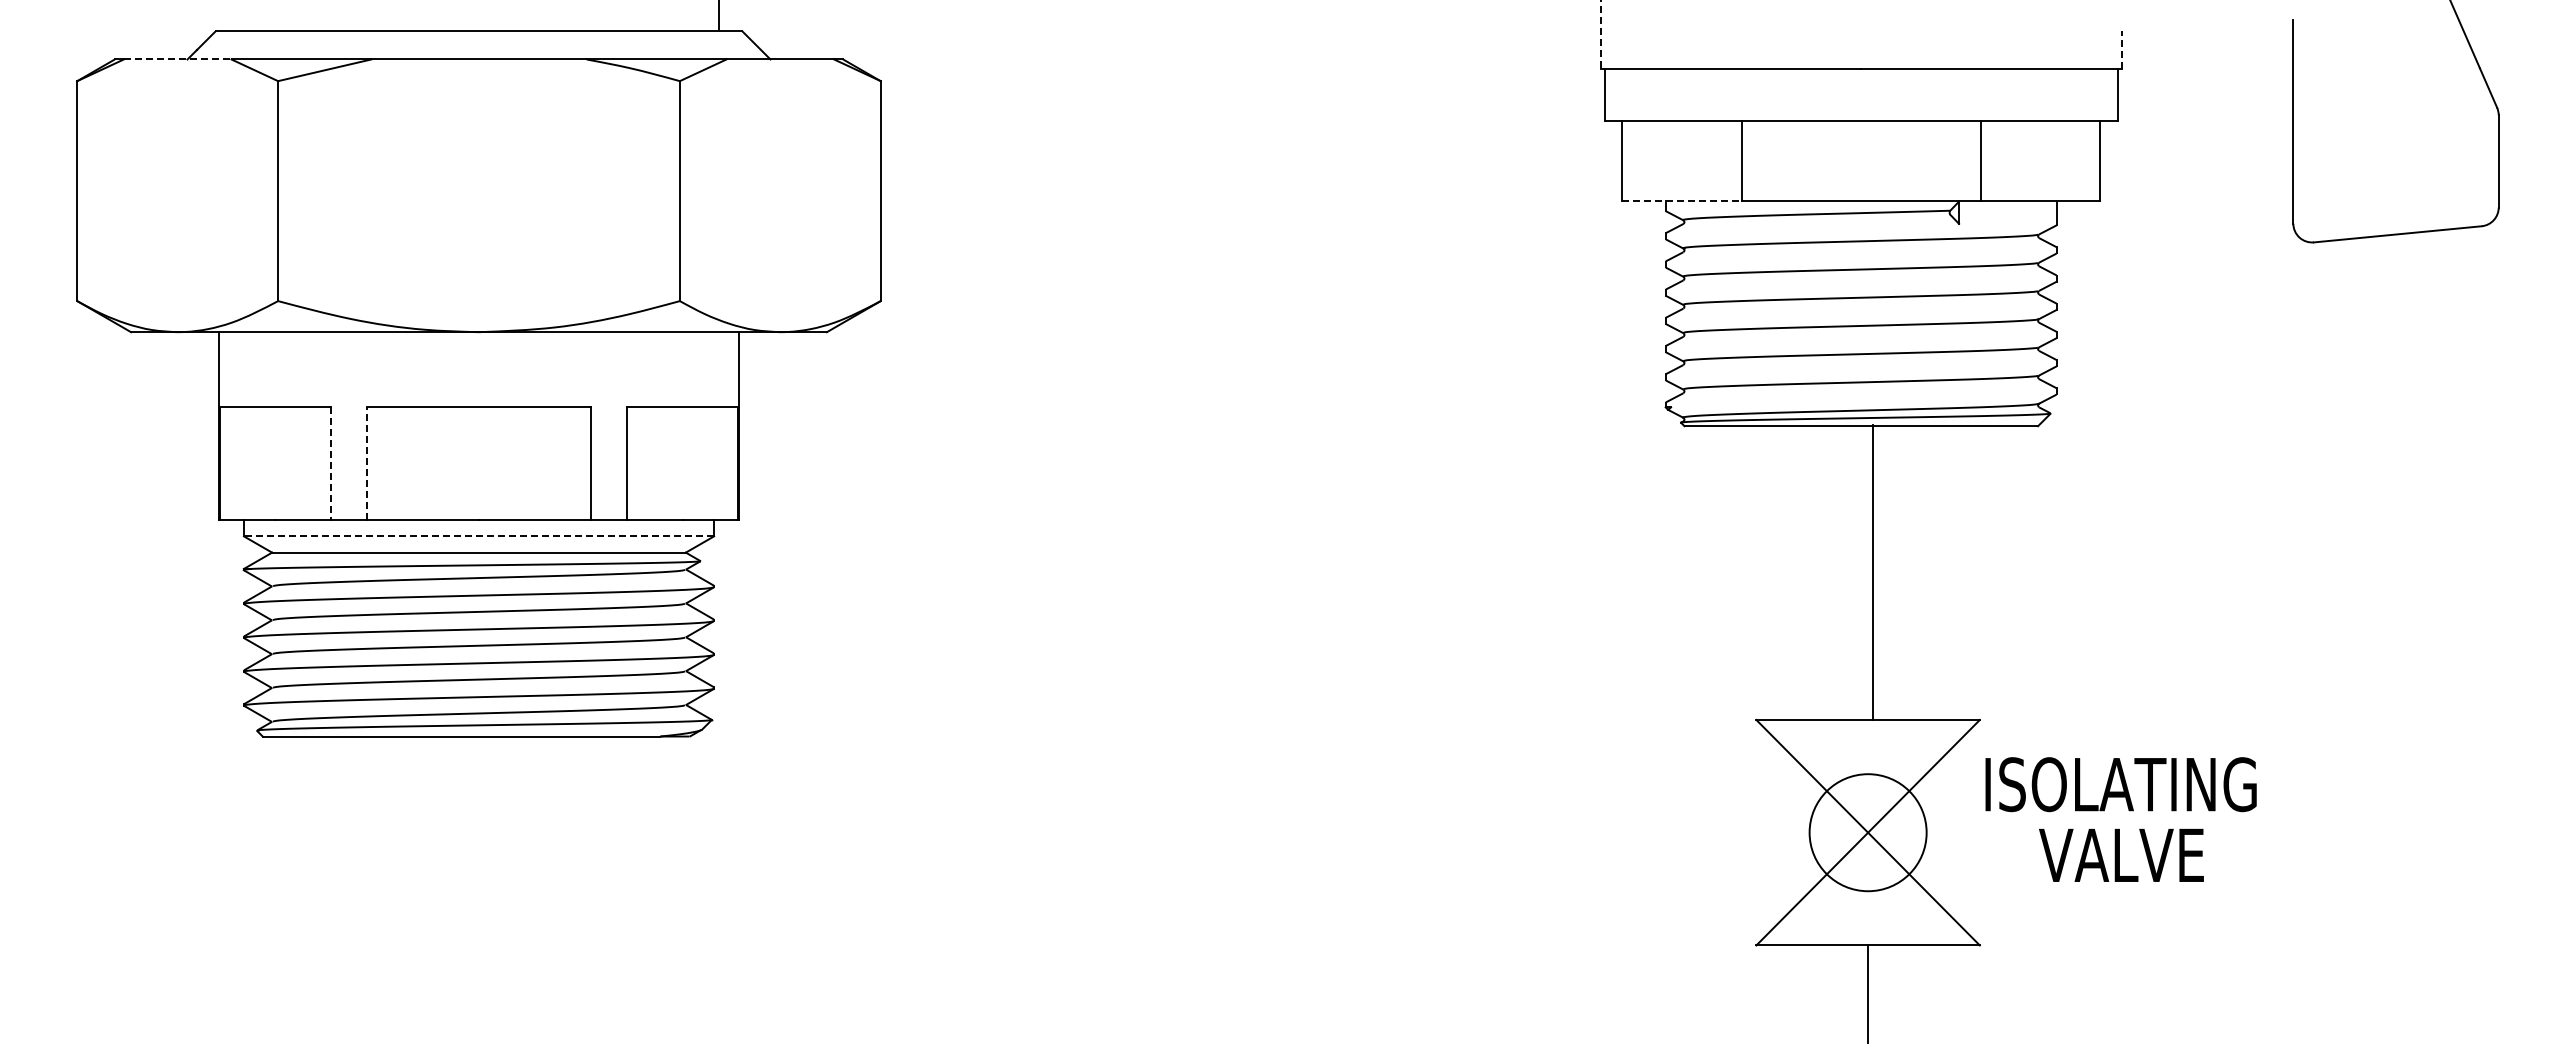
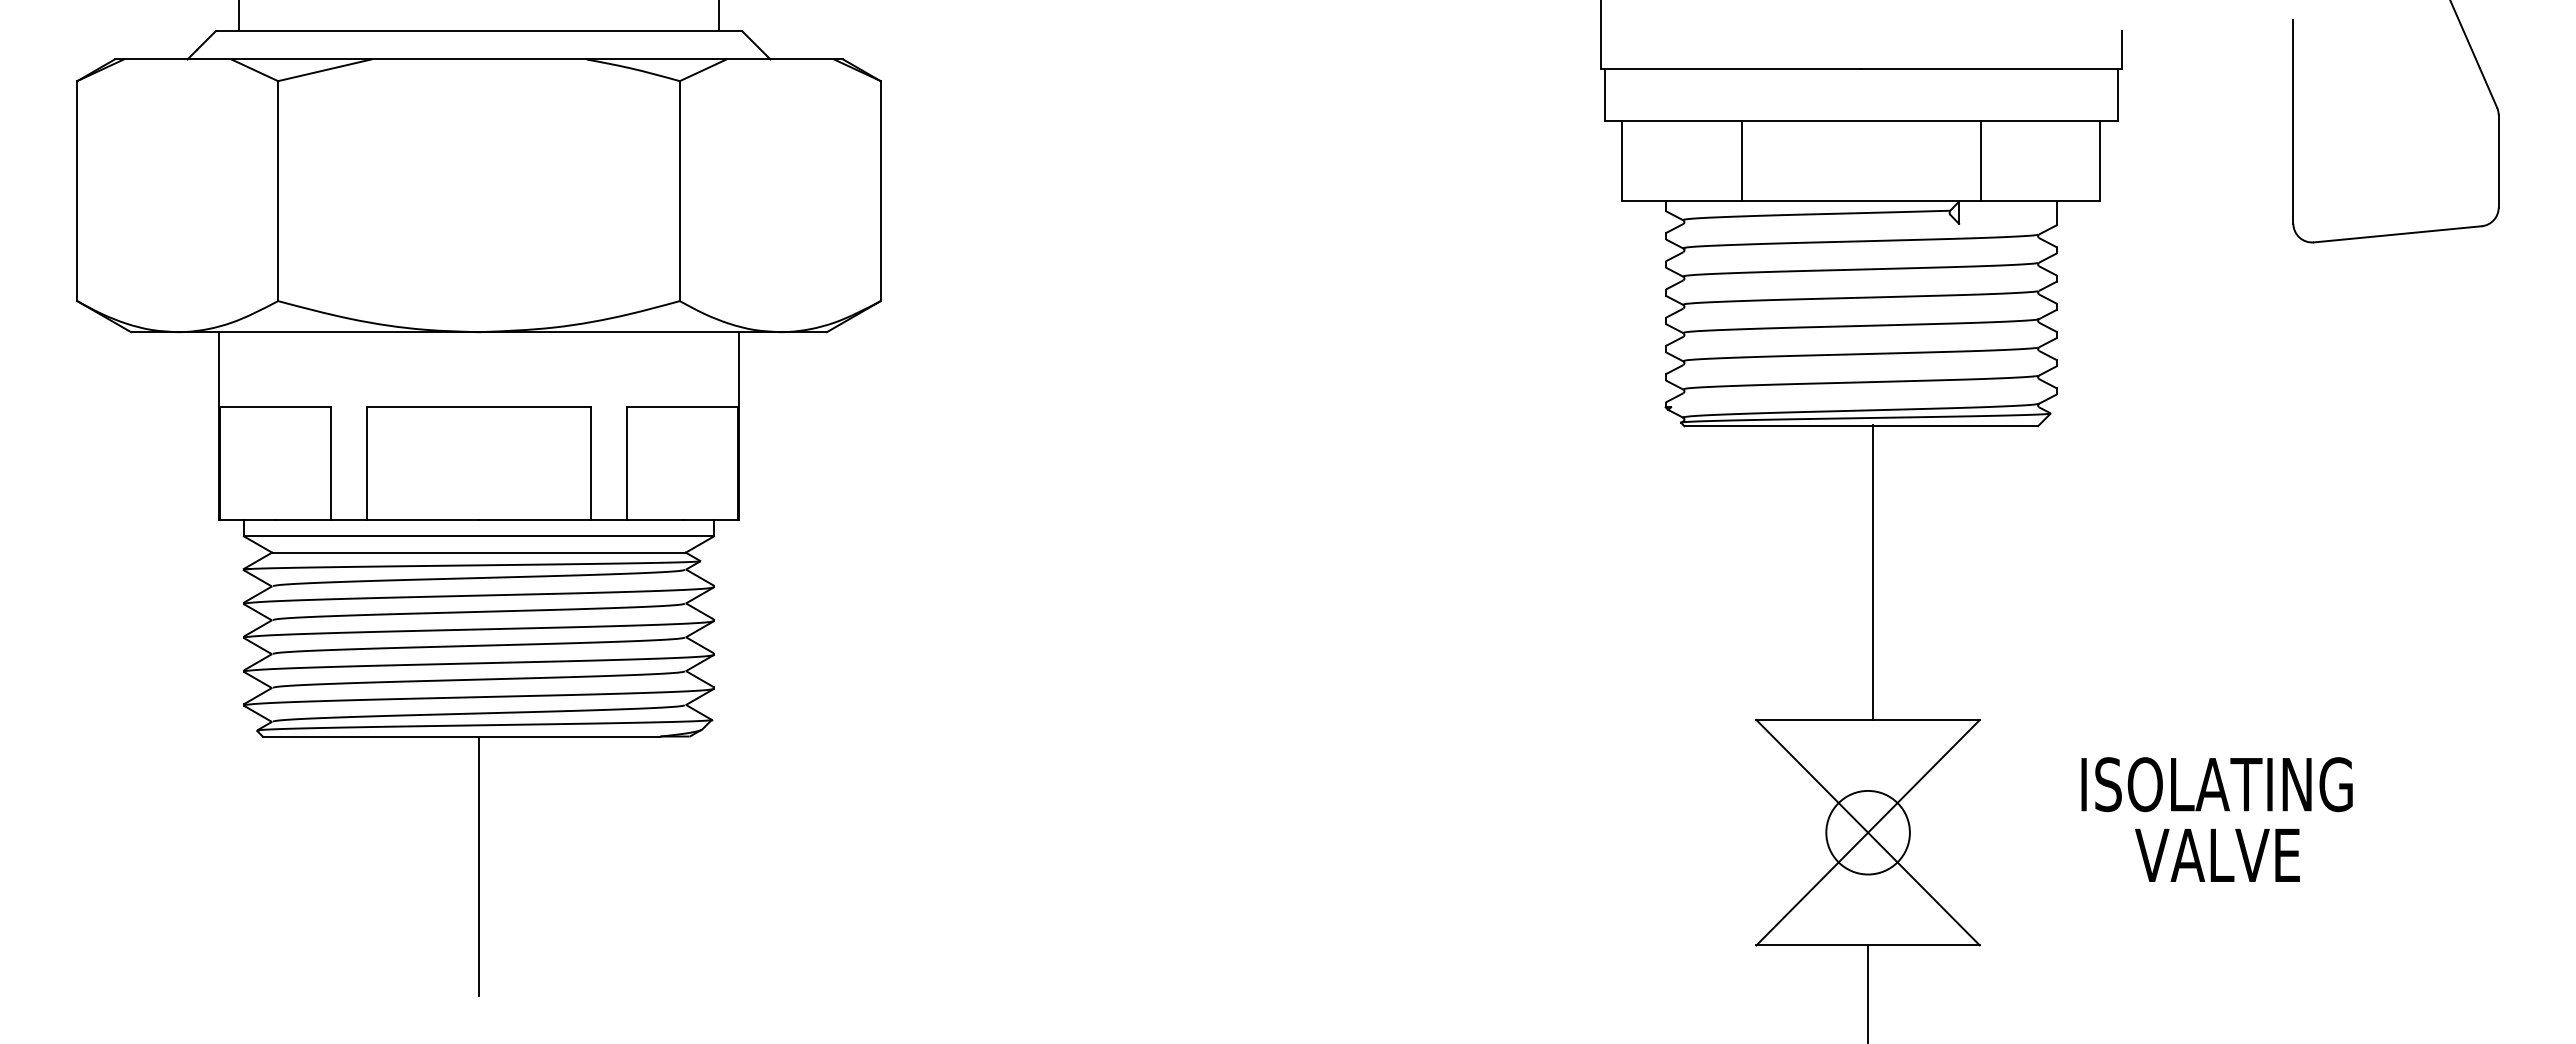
line at (239, 16): none -> present
line at (1600, 34): dashed -> solid
line at (2121, 50): dashed -> solid
line at (177, 59): dashed -> solid
line at (1682, 200): dashed -> solid
line at (367, 463): dashed -> solid
line at (331, 464): dashed -> solid
line at (478, 536): dashed -> solid
text at (2120, 819) position: (2120, 819) -> (2216, 819)
circle at (1867, 832) diameter: 117 px -> 84 px
line at (479, 865): none -> present
